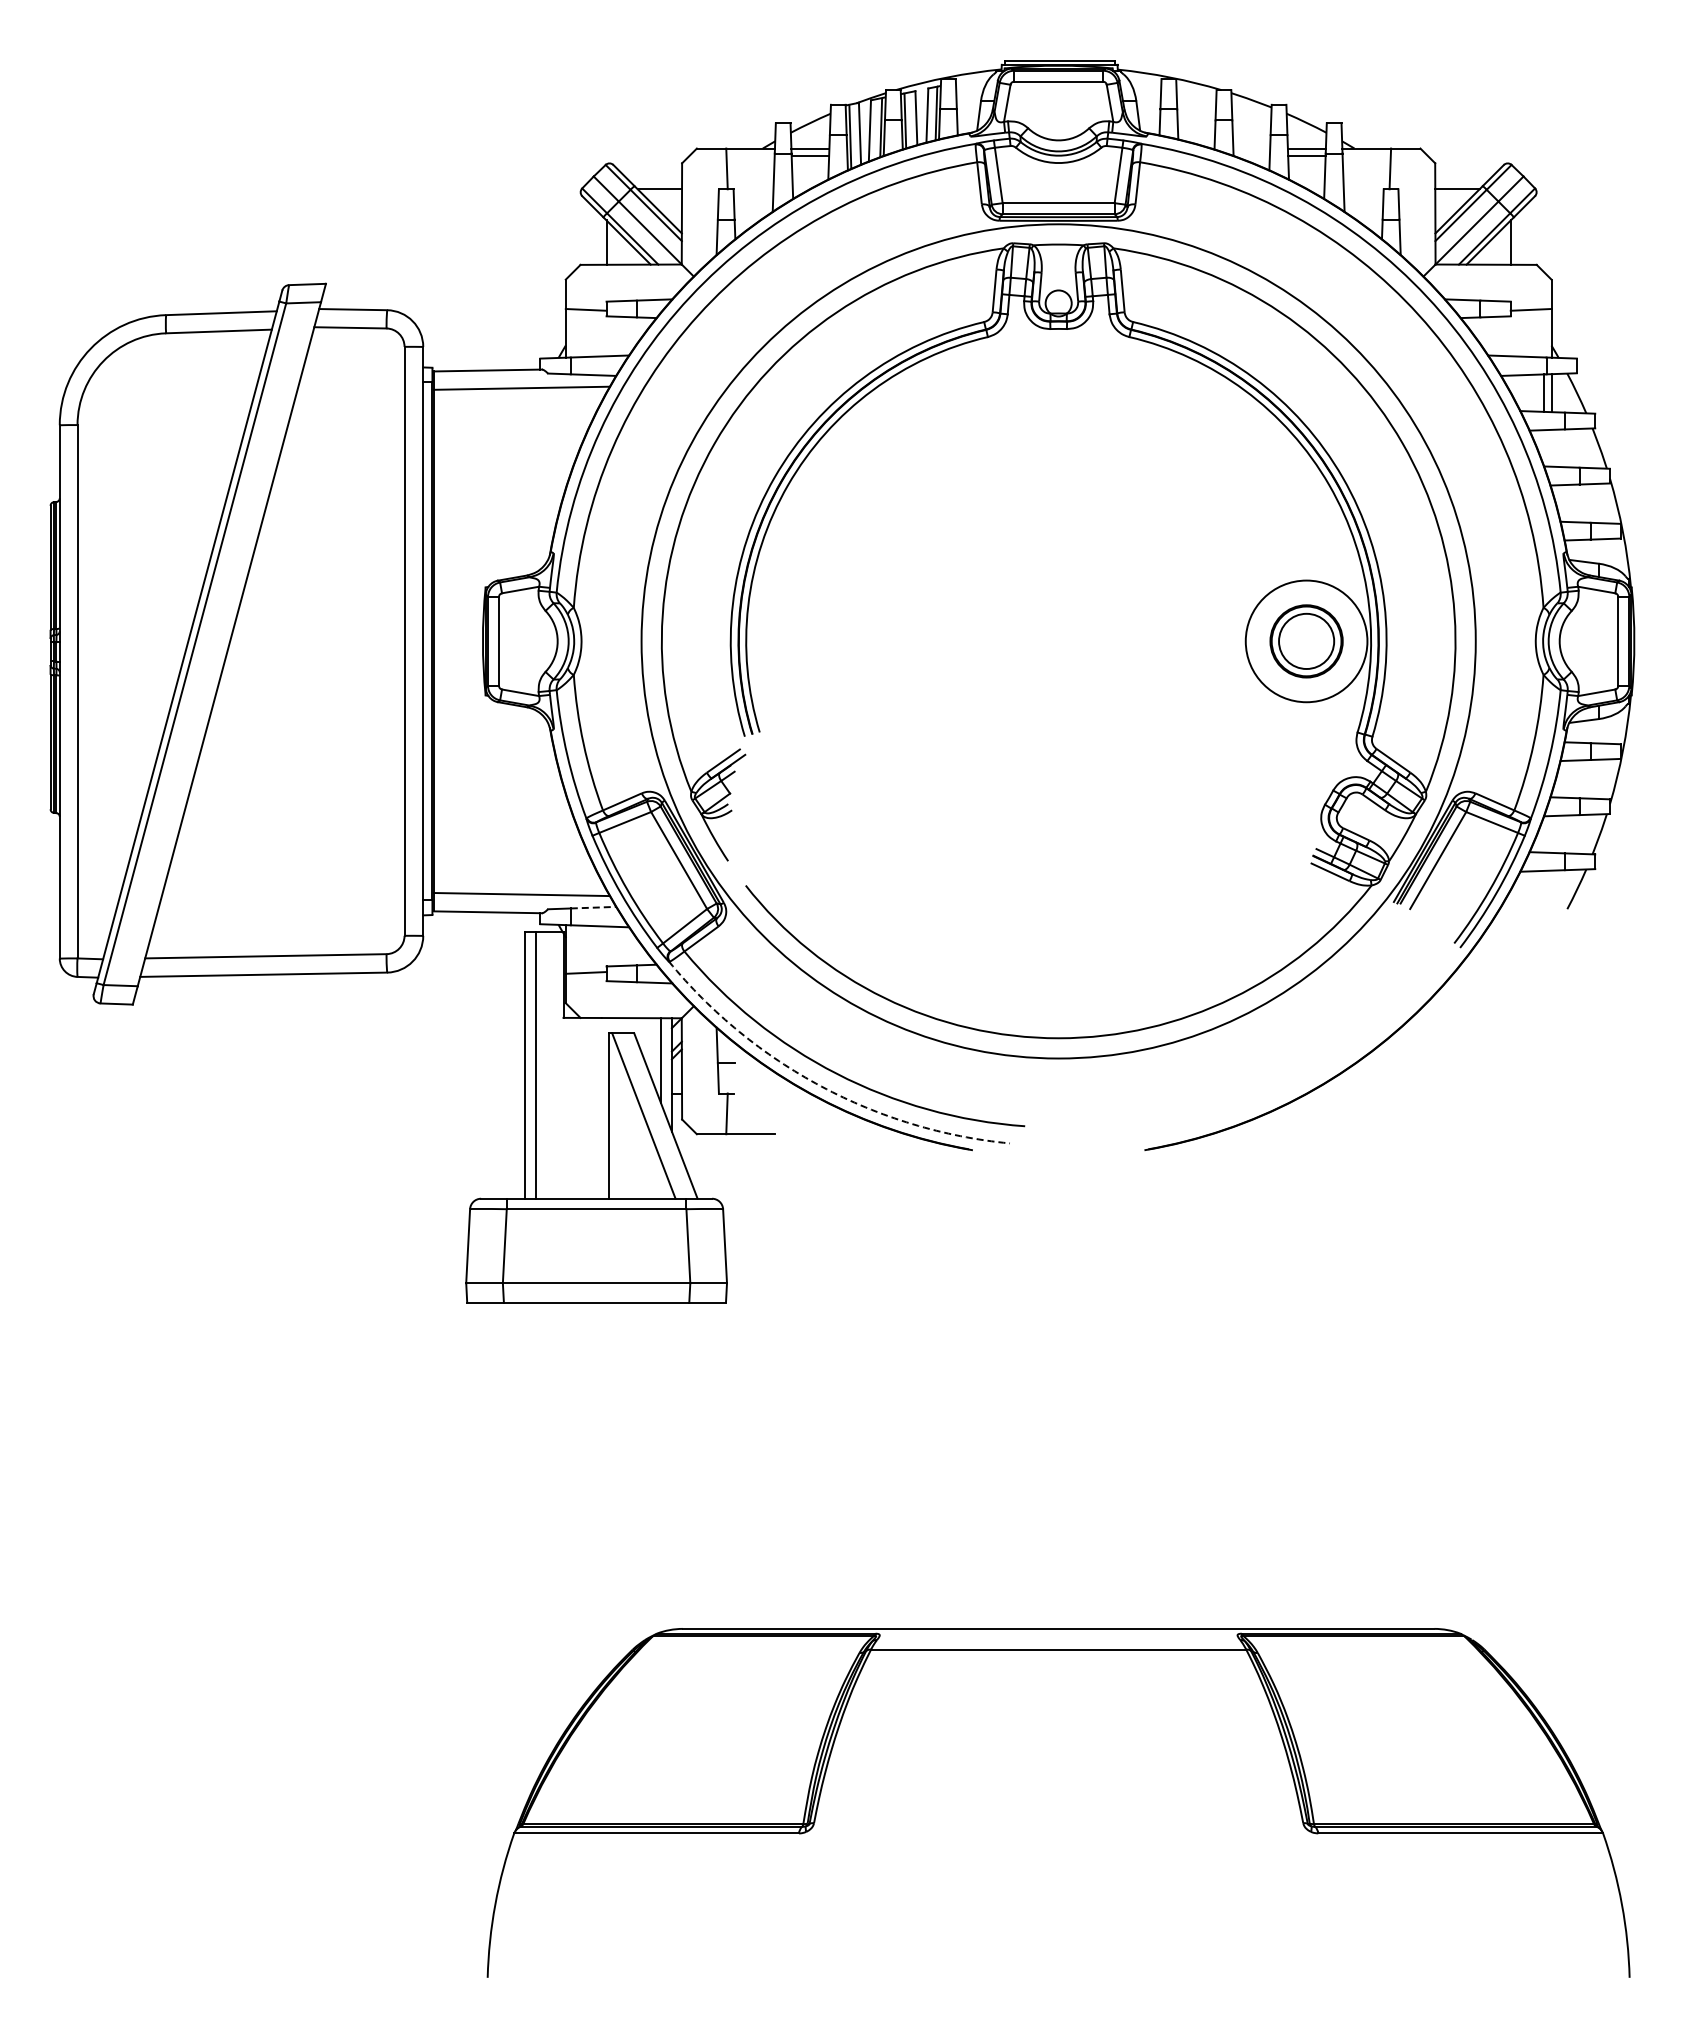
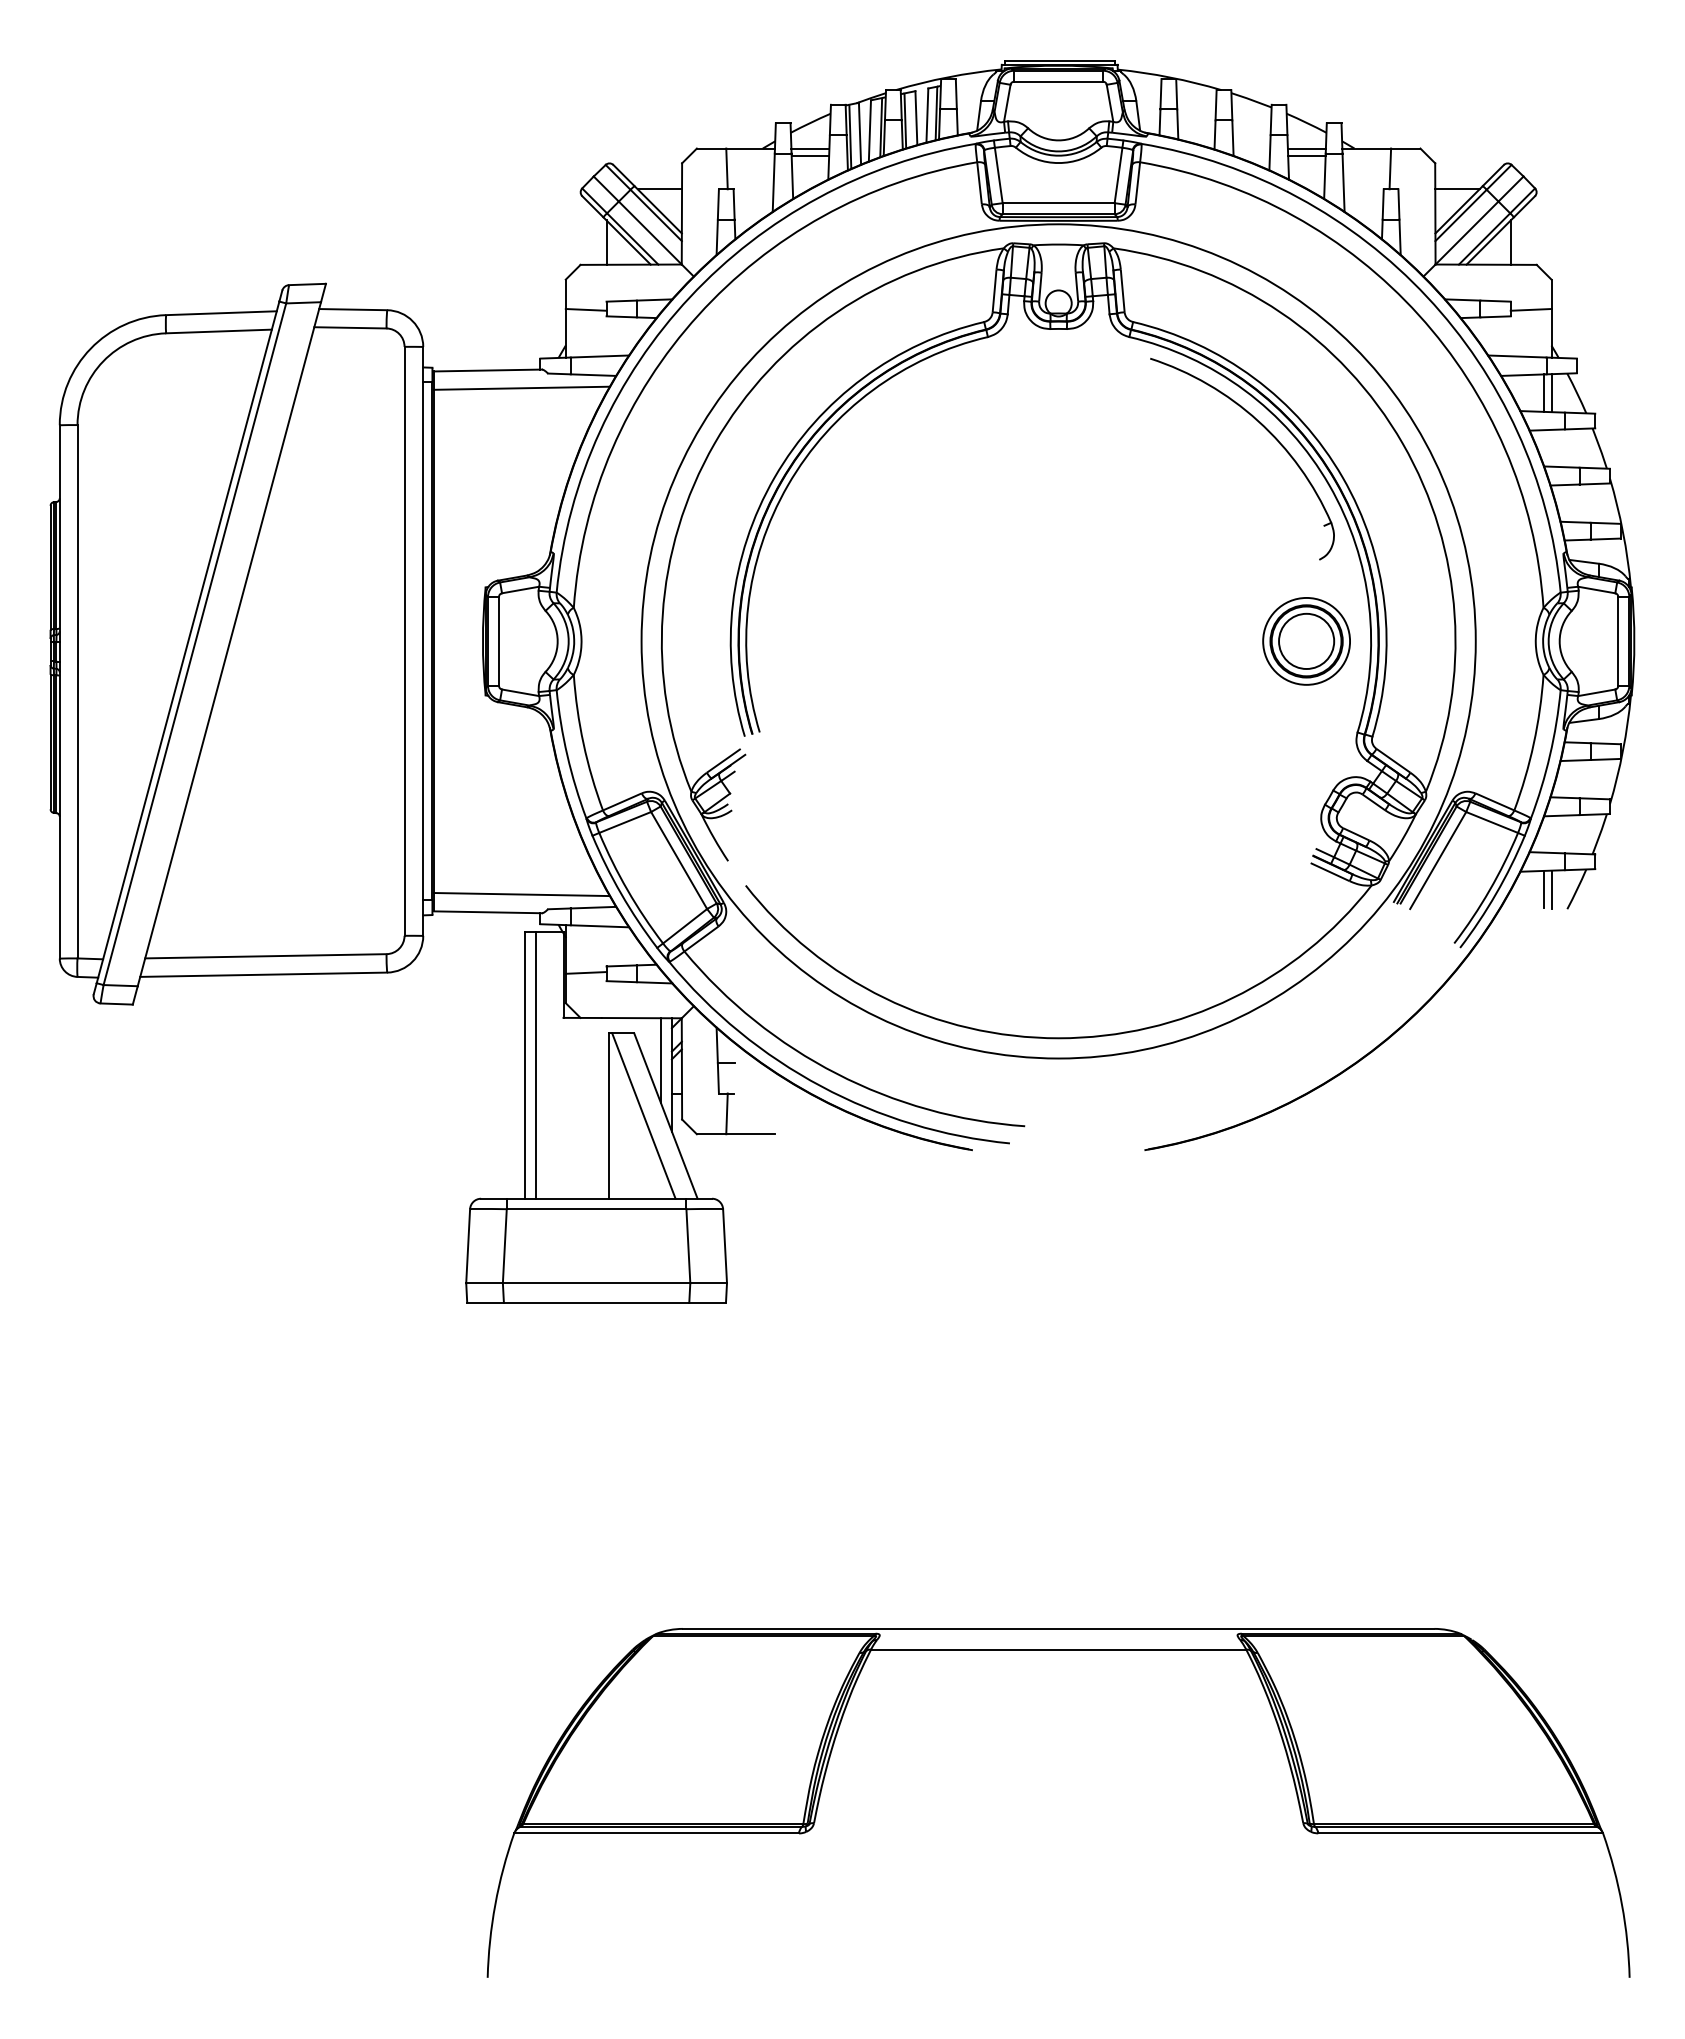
part at (1268, 432): none -> present
circle at (1306, 641) diameter: 122 px -> 87 px
line at (1544, 889): none -> present
line at (1551, 889): none -> present
line at (593, 907): dashed -> solid
arc at (821, 1086): dashed -> solid
